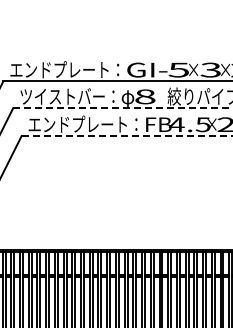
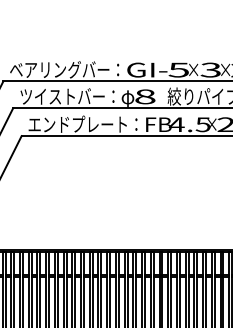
text at (59, 69): エンドプレート： -> ベアリングバー：
line at (123, 108): dashed -> solid
line at (127, 136): dashed -> solid
